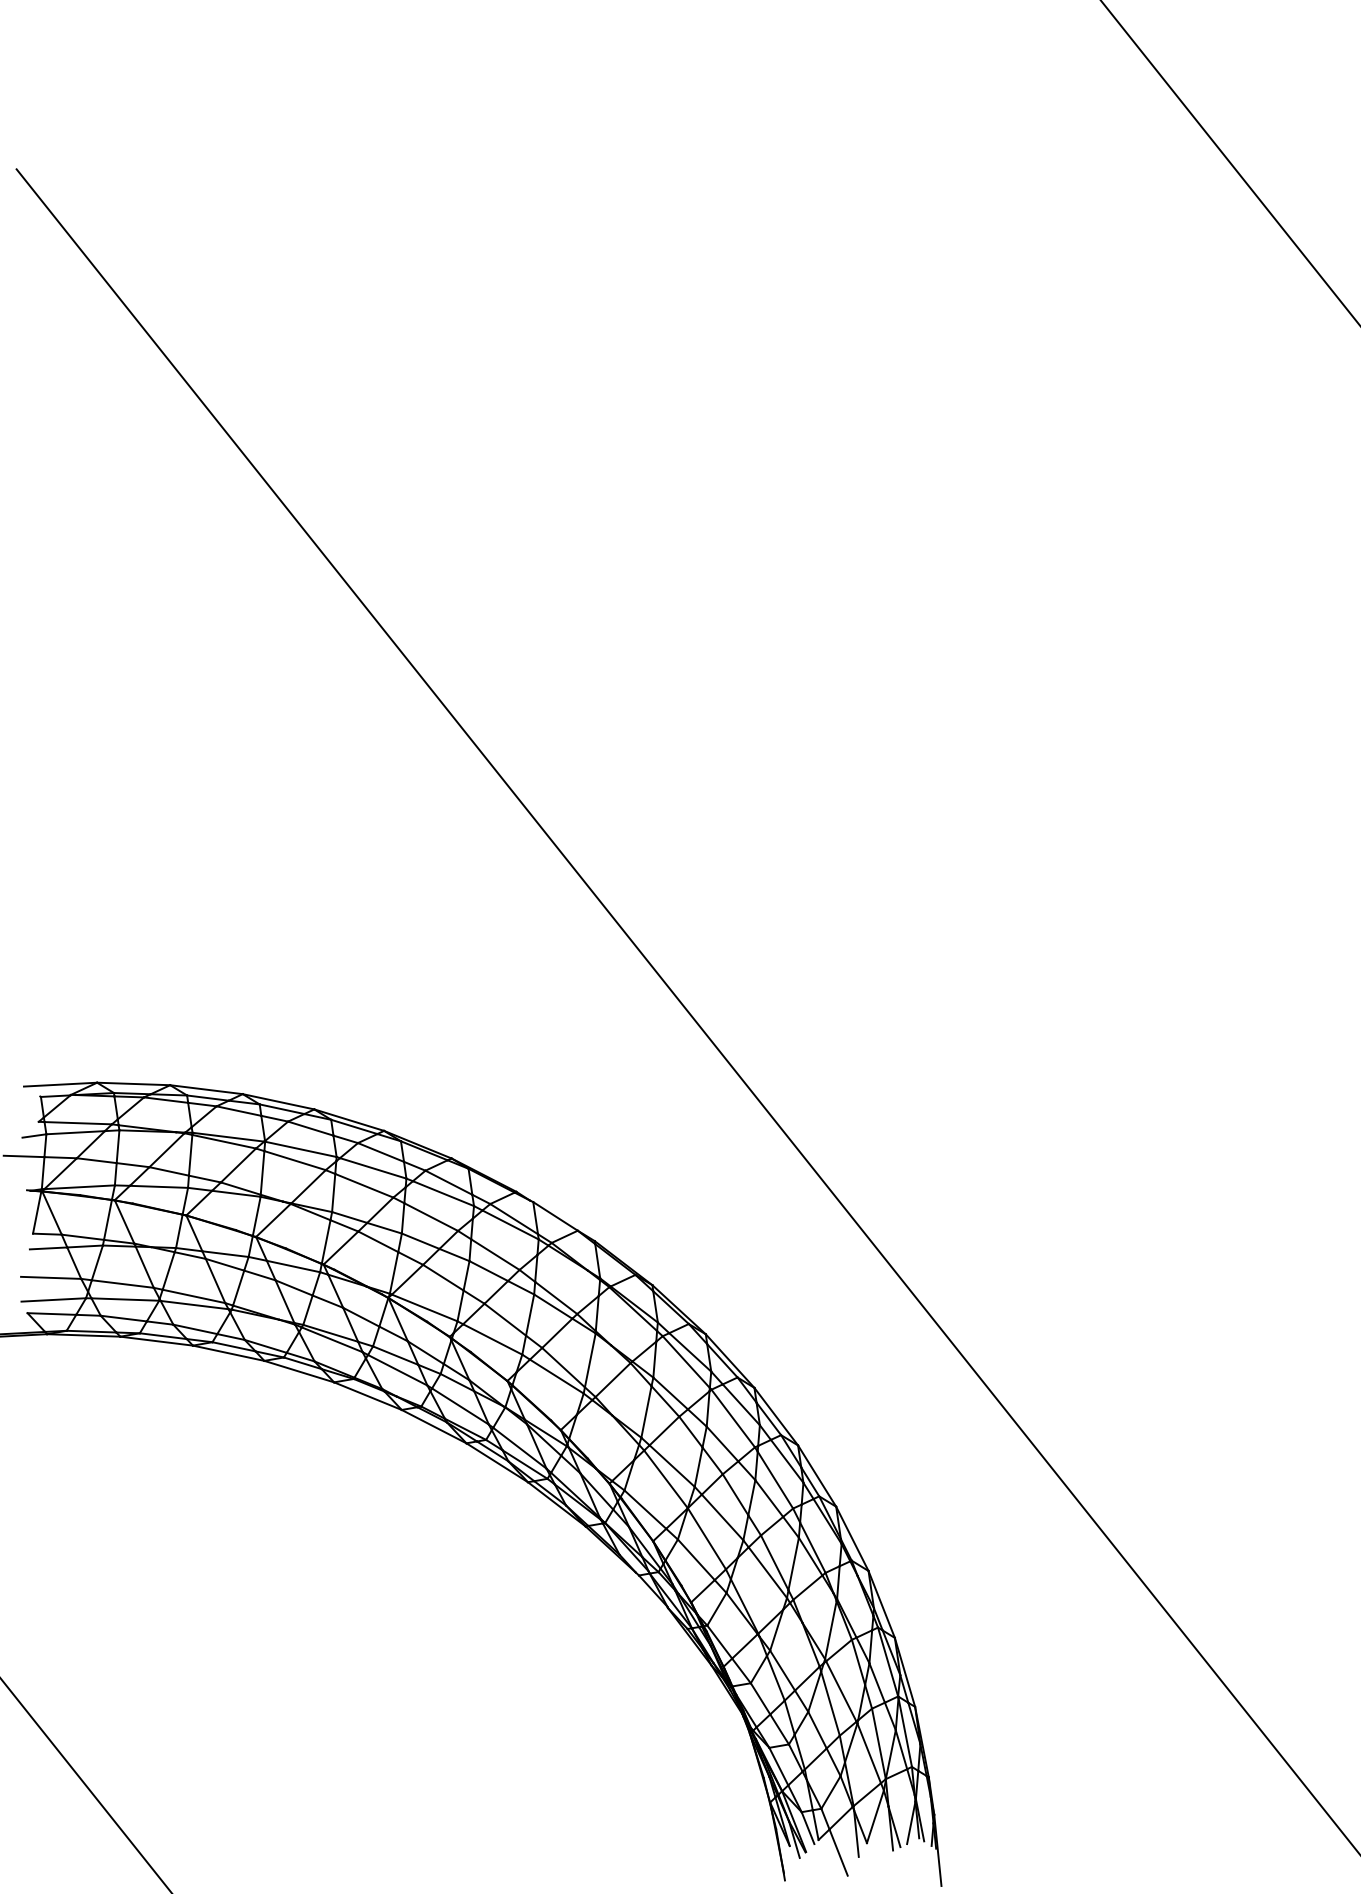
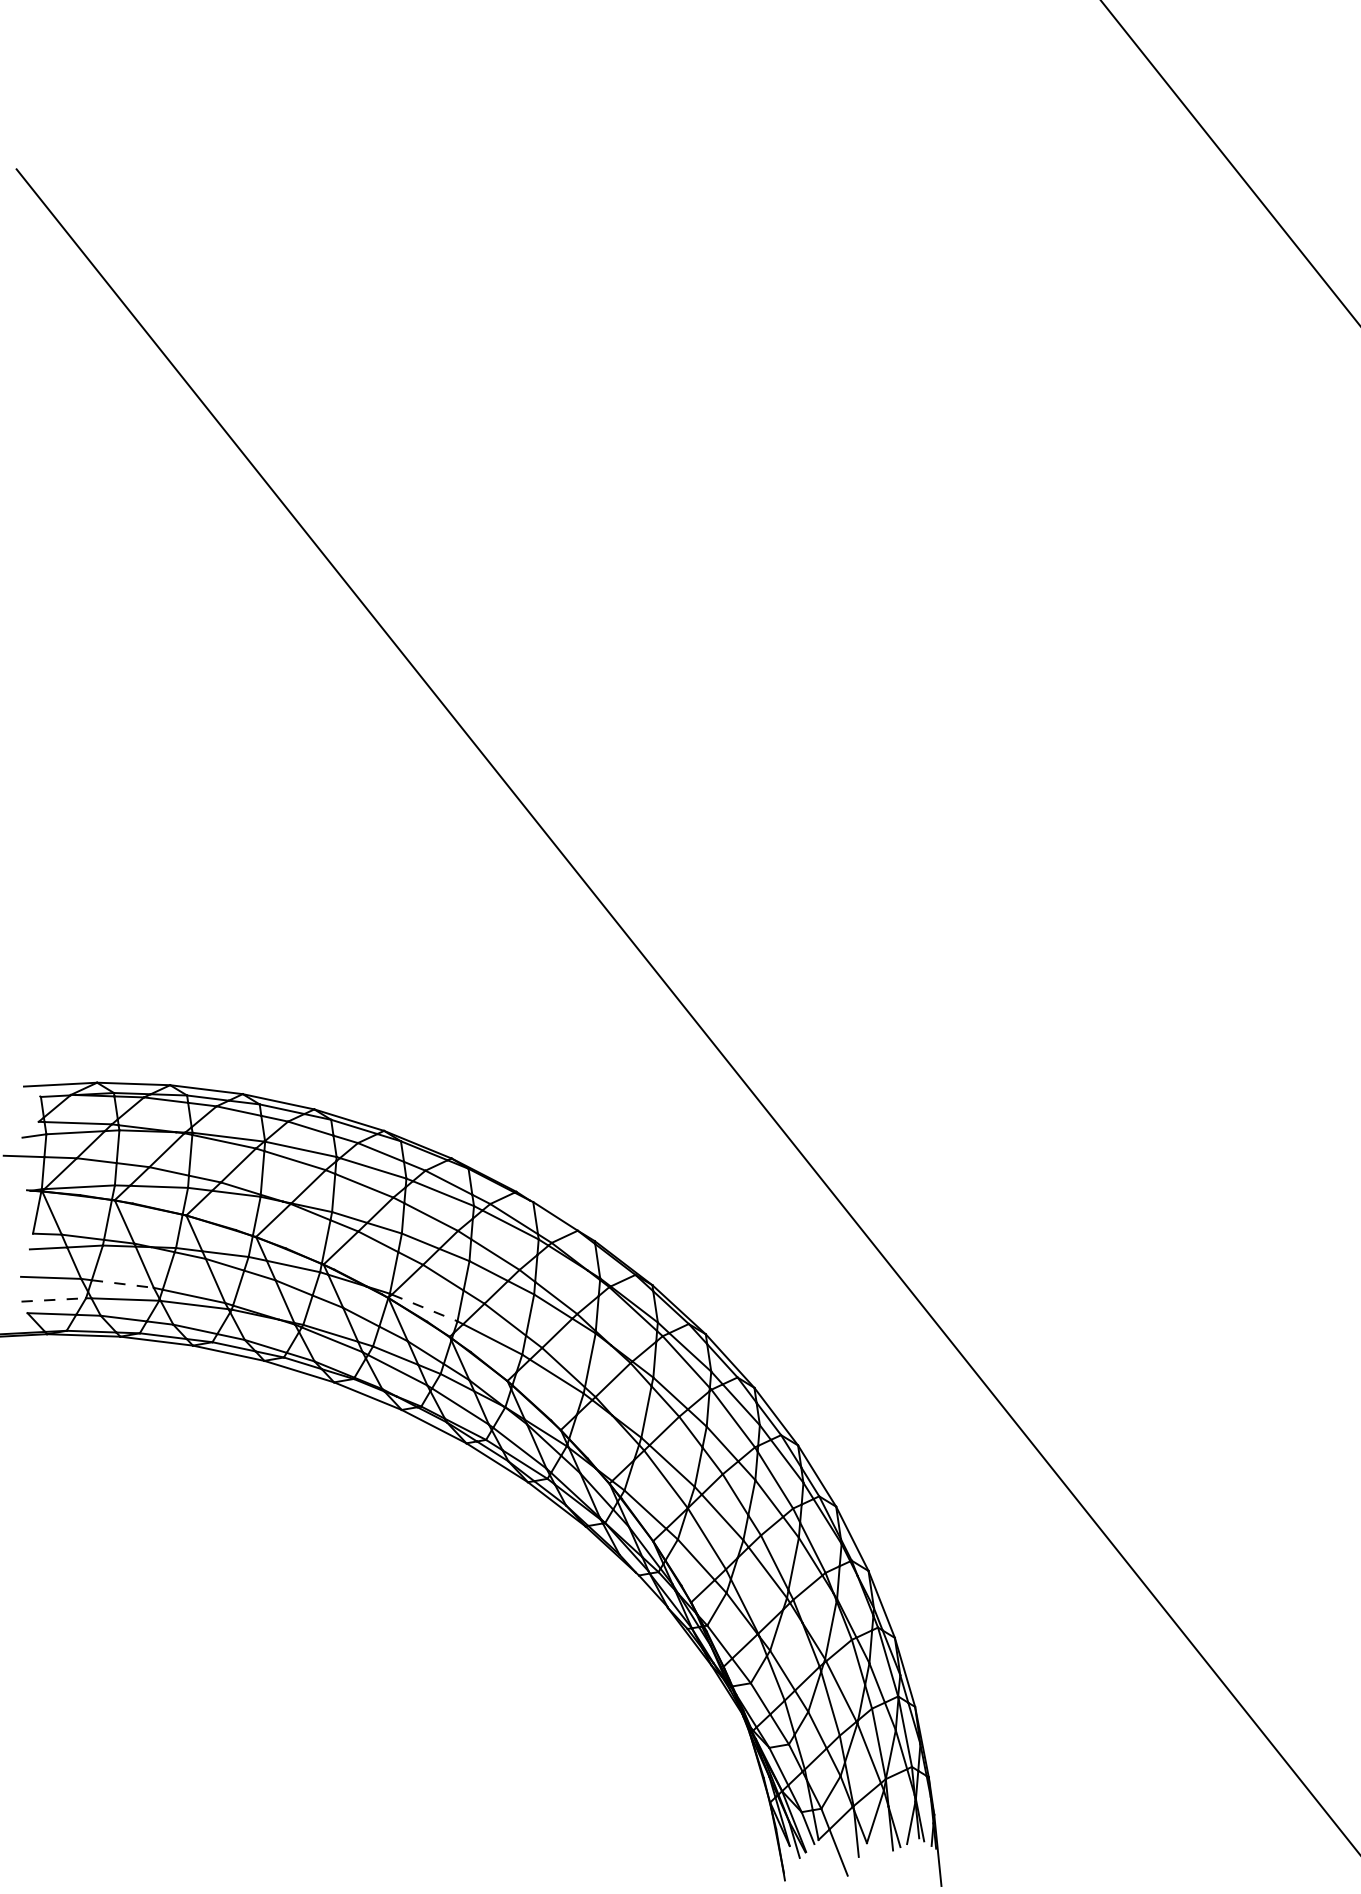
line at (123, 1284): solid -> dashed
line at (54, 1299): solid -> dashed
line at (425, 1308): solid -> dashed
line at (86, 1785): present -> none
